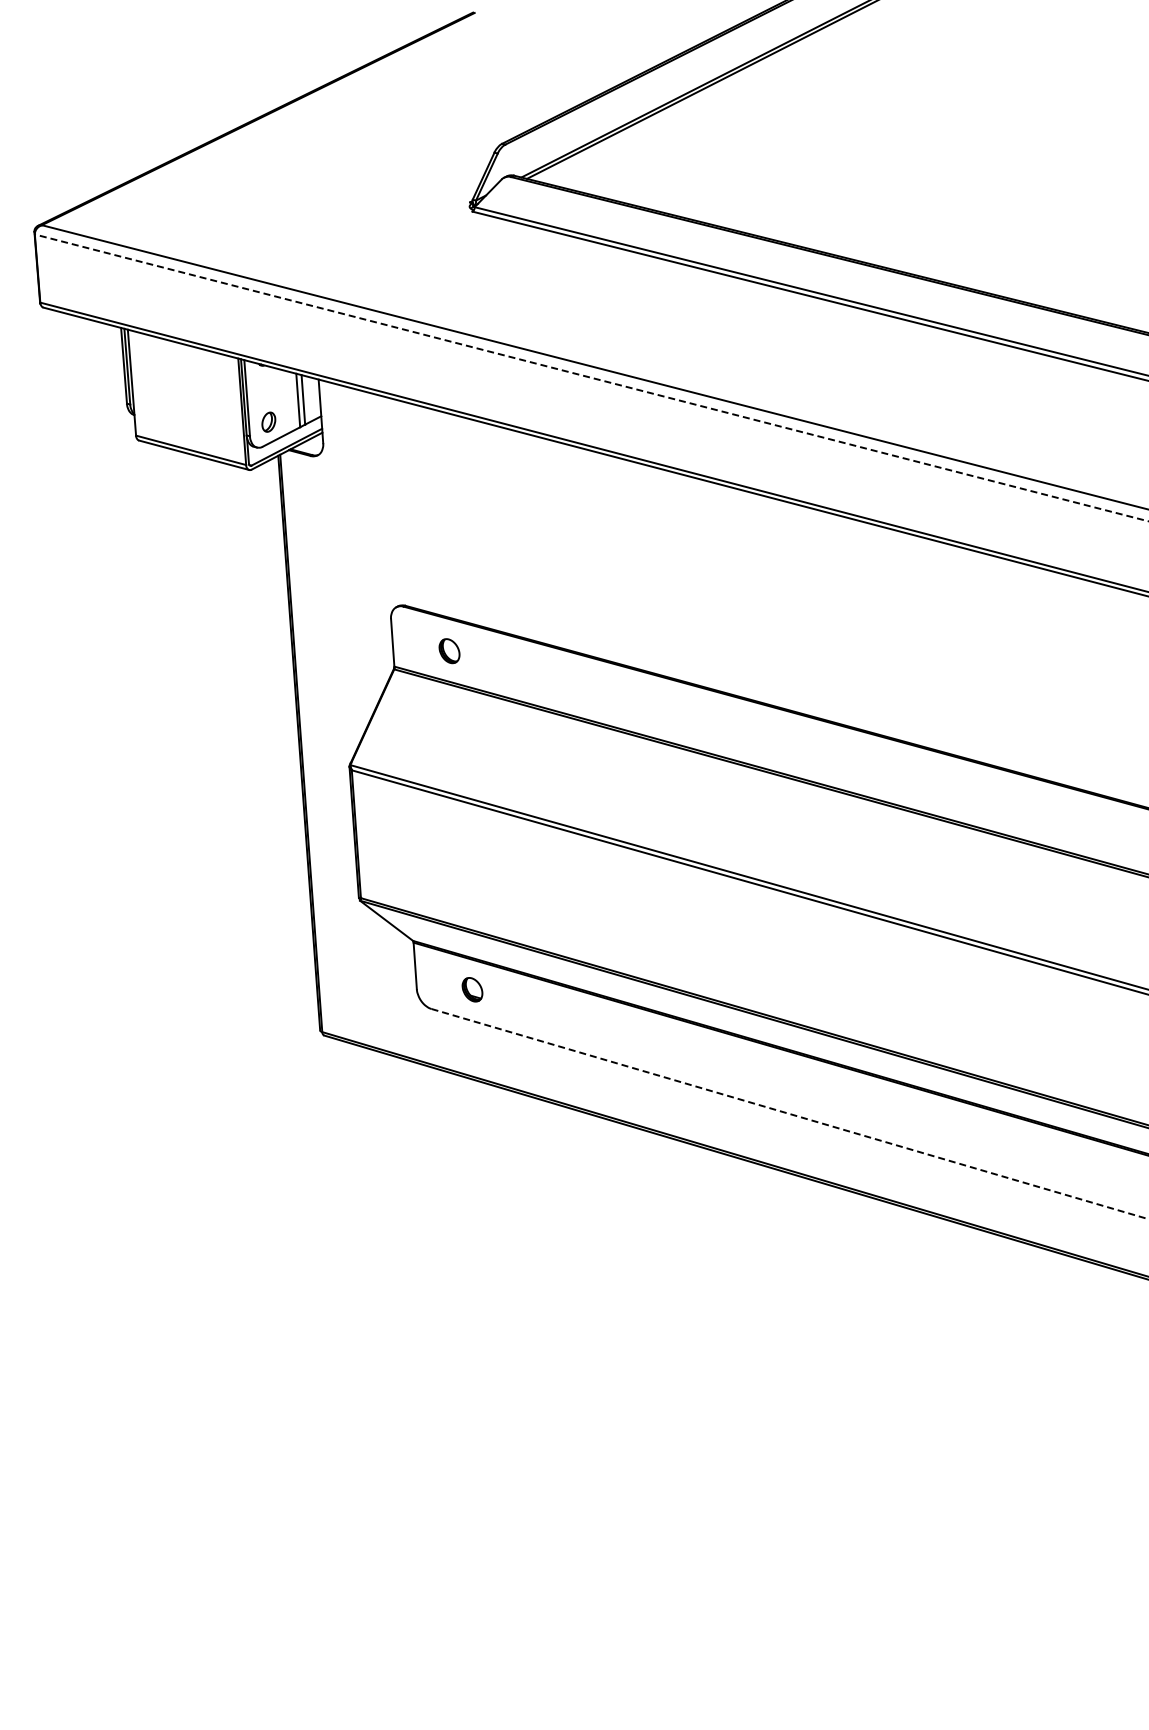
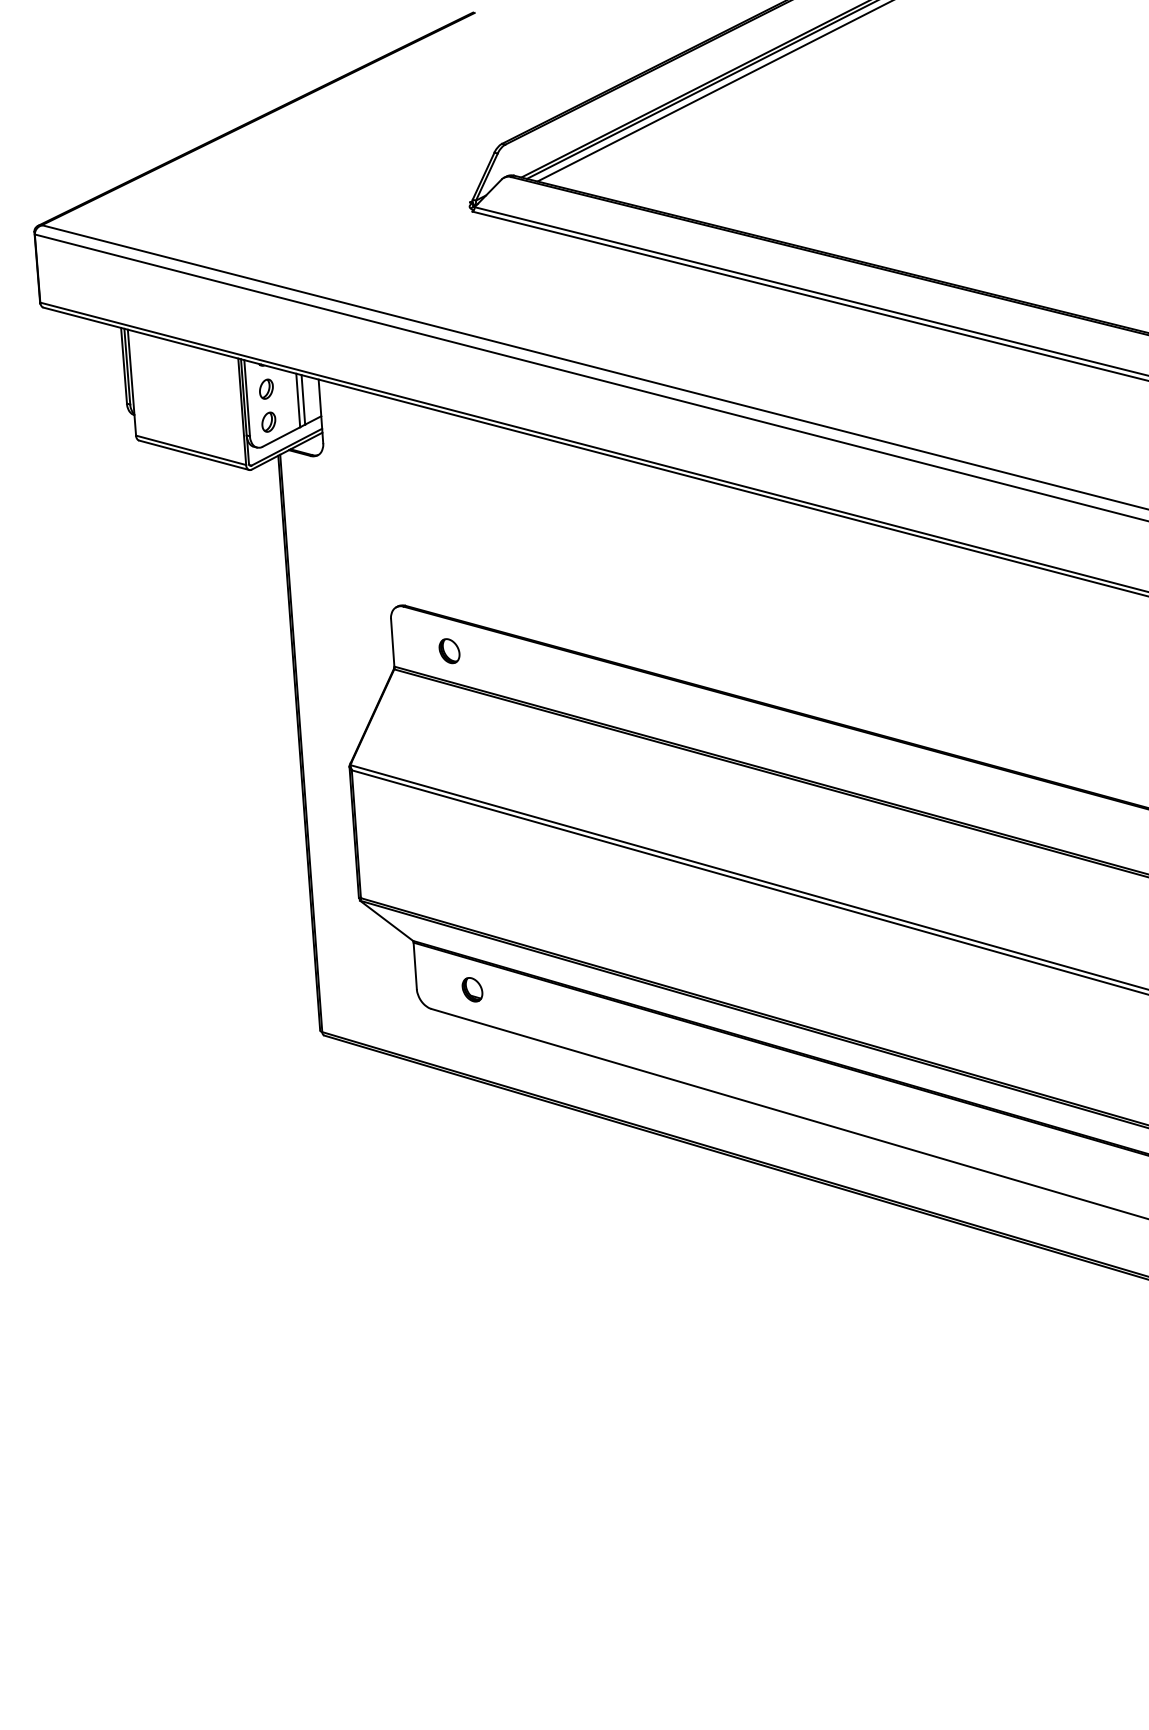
line at (713, 91): none -> present
line at (591, 377): dashed -> solid
part at (266, 388): none -> present
line at (790, 1114): dashed -> solid
